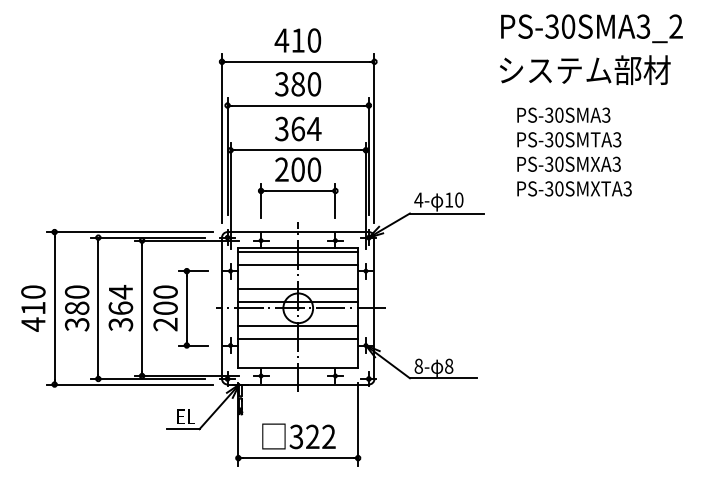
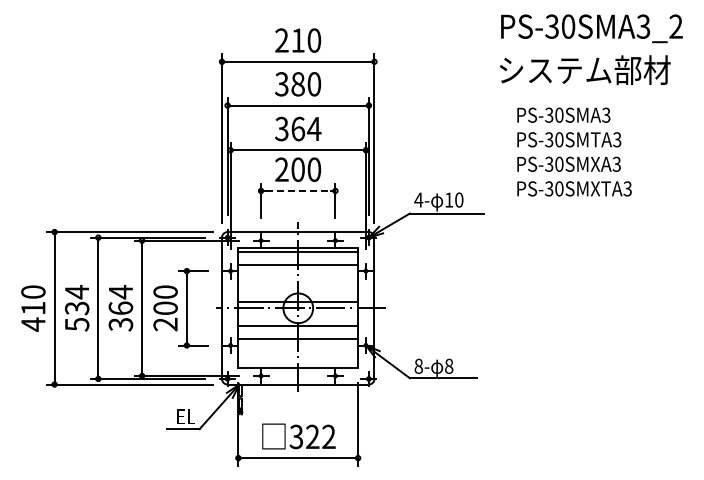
text at (281, 40): 410 -> 210
line at (298, 190): solid -> dashed
line at (298, 289): present -> none
text at (76, 307): 380 -> 534
